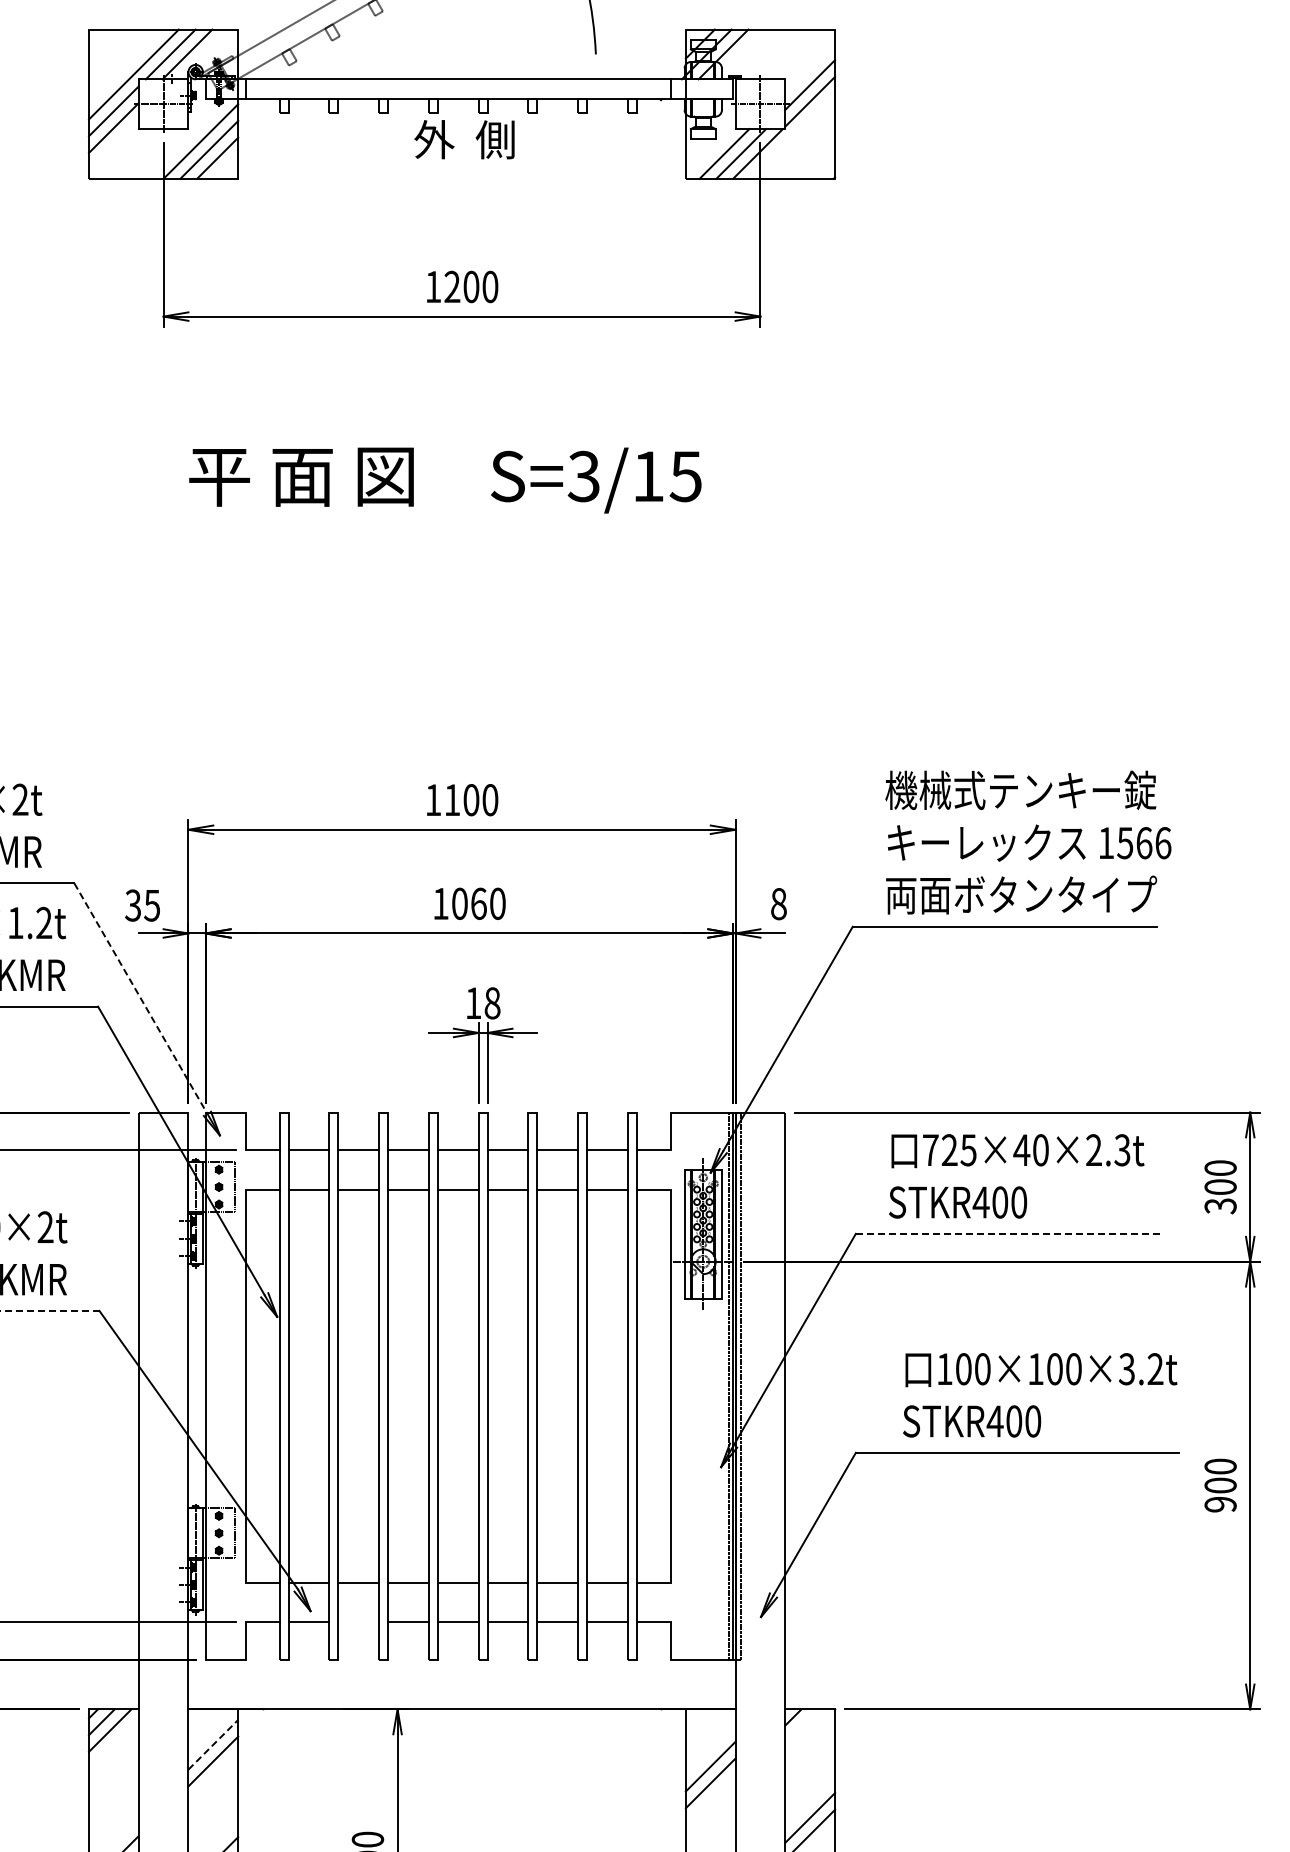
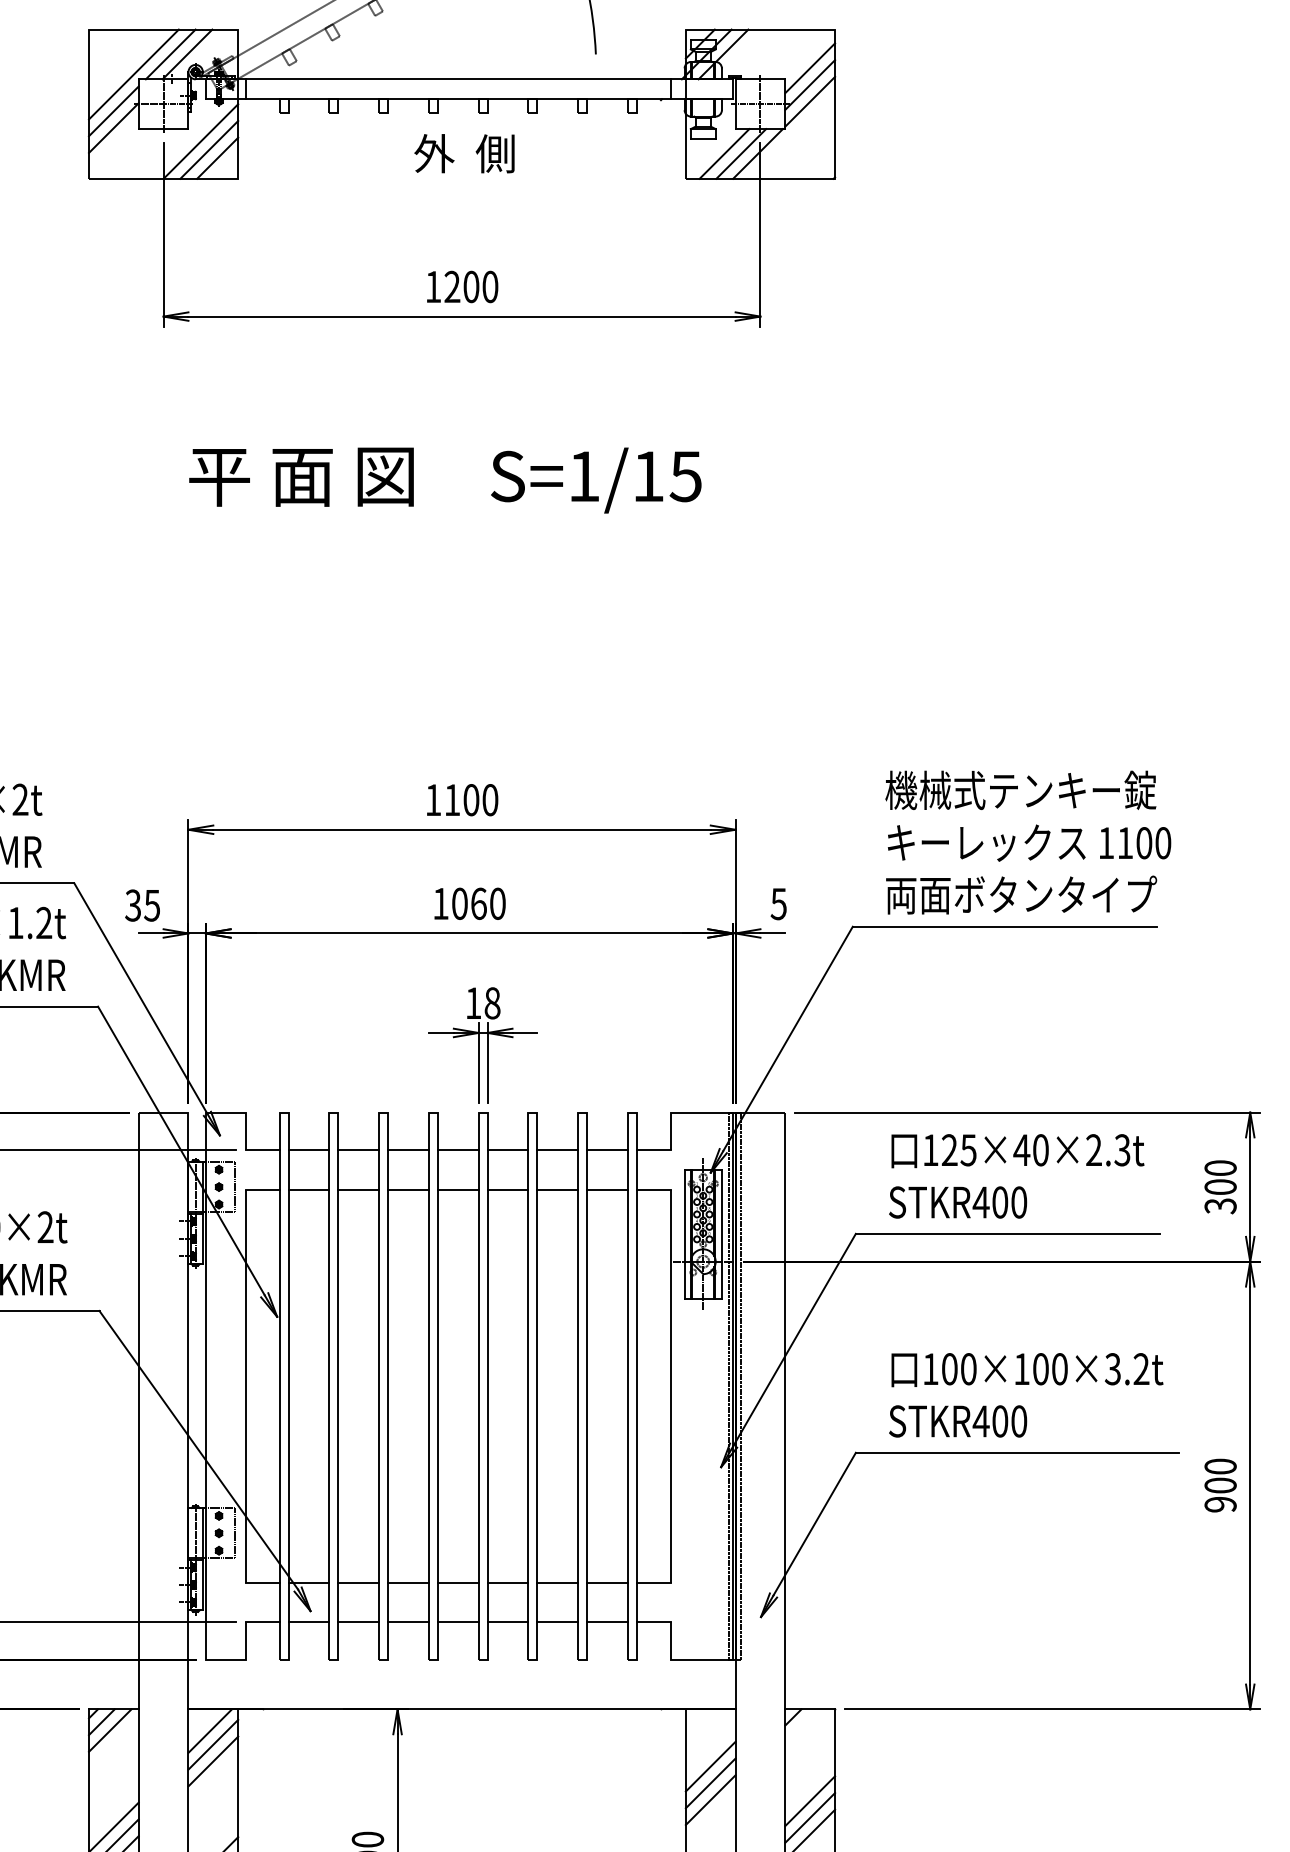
line at (810, 68): none -> present
text at (464, 139) position: (464, 139) -> (464, 153)
text at (583, 476): S=3/15 -> S=1/15
text at (1144, 843): 1566 -> 1100
text at (778, 904): 8 -> 5
line at (141, 999): dashed -> solid
text at (930, 1149): 725×40×2.3t -> 125×40×2.3t
line at (1007, 1233): dashed -> solid
line at (50, 1310): dashed -> solid
text at (1040, 1395) position: (1040, 1395) -> (1026, 1395)
line at (358, 1622): none -> present
line at (209, 1730): none -> present
line at (213, 1744): dashed -> solid
line at (710, 1800): none -> present
line at (810, 1801): none -> present
line at (115, 1825): none -> present
line at (123, 1833): none -> present
